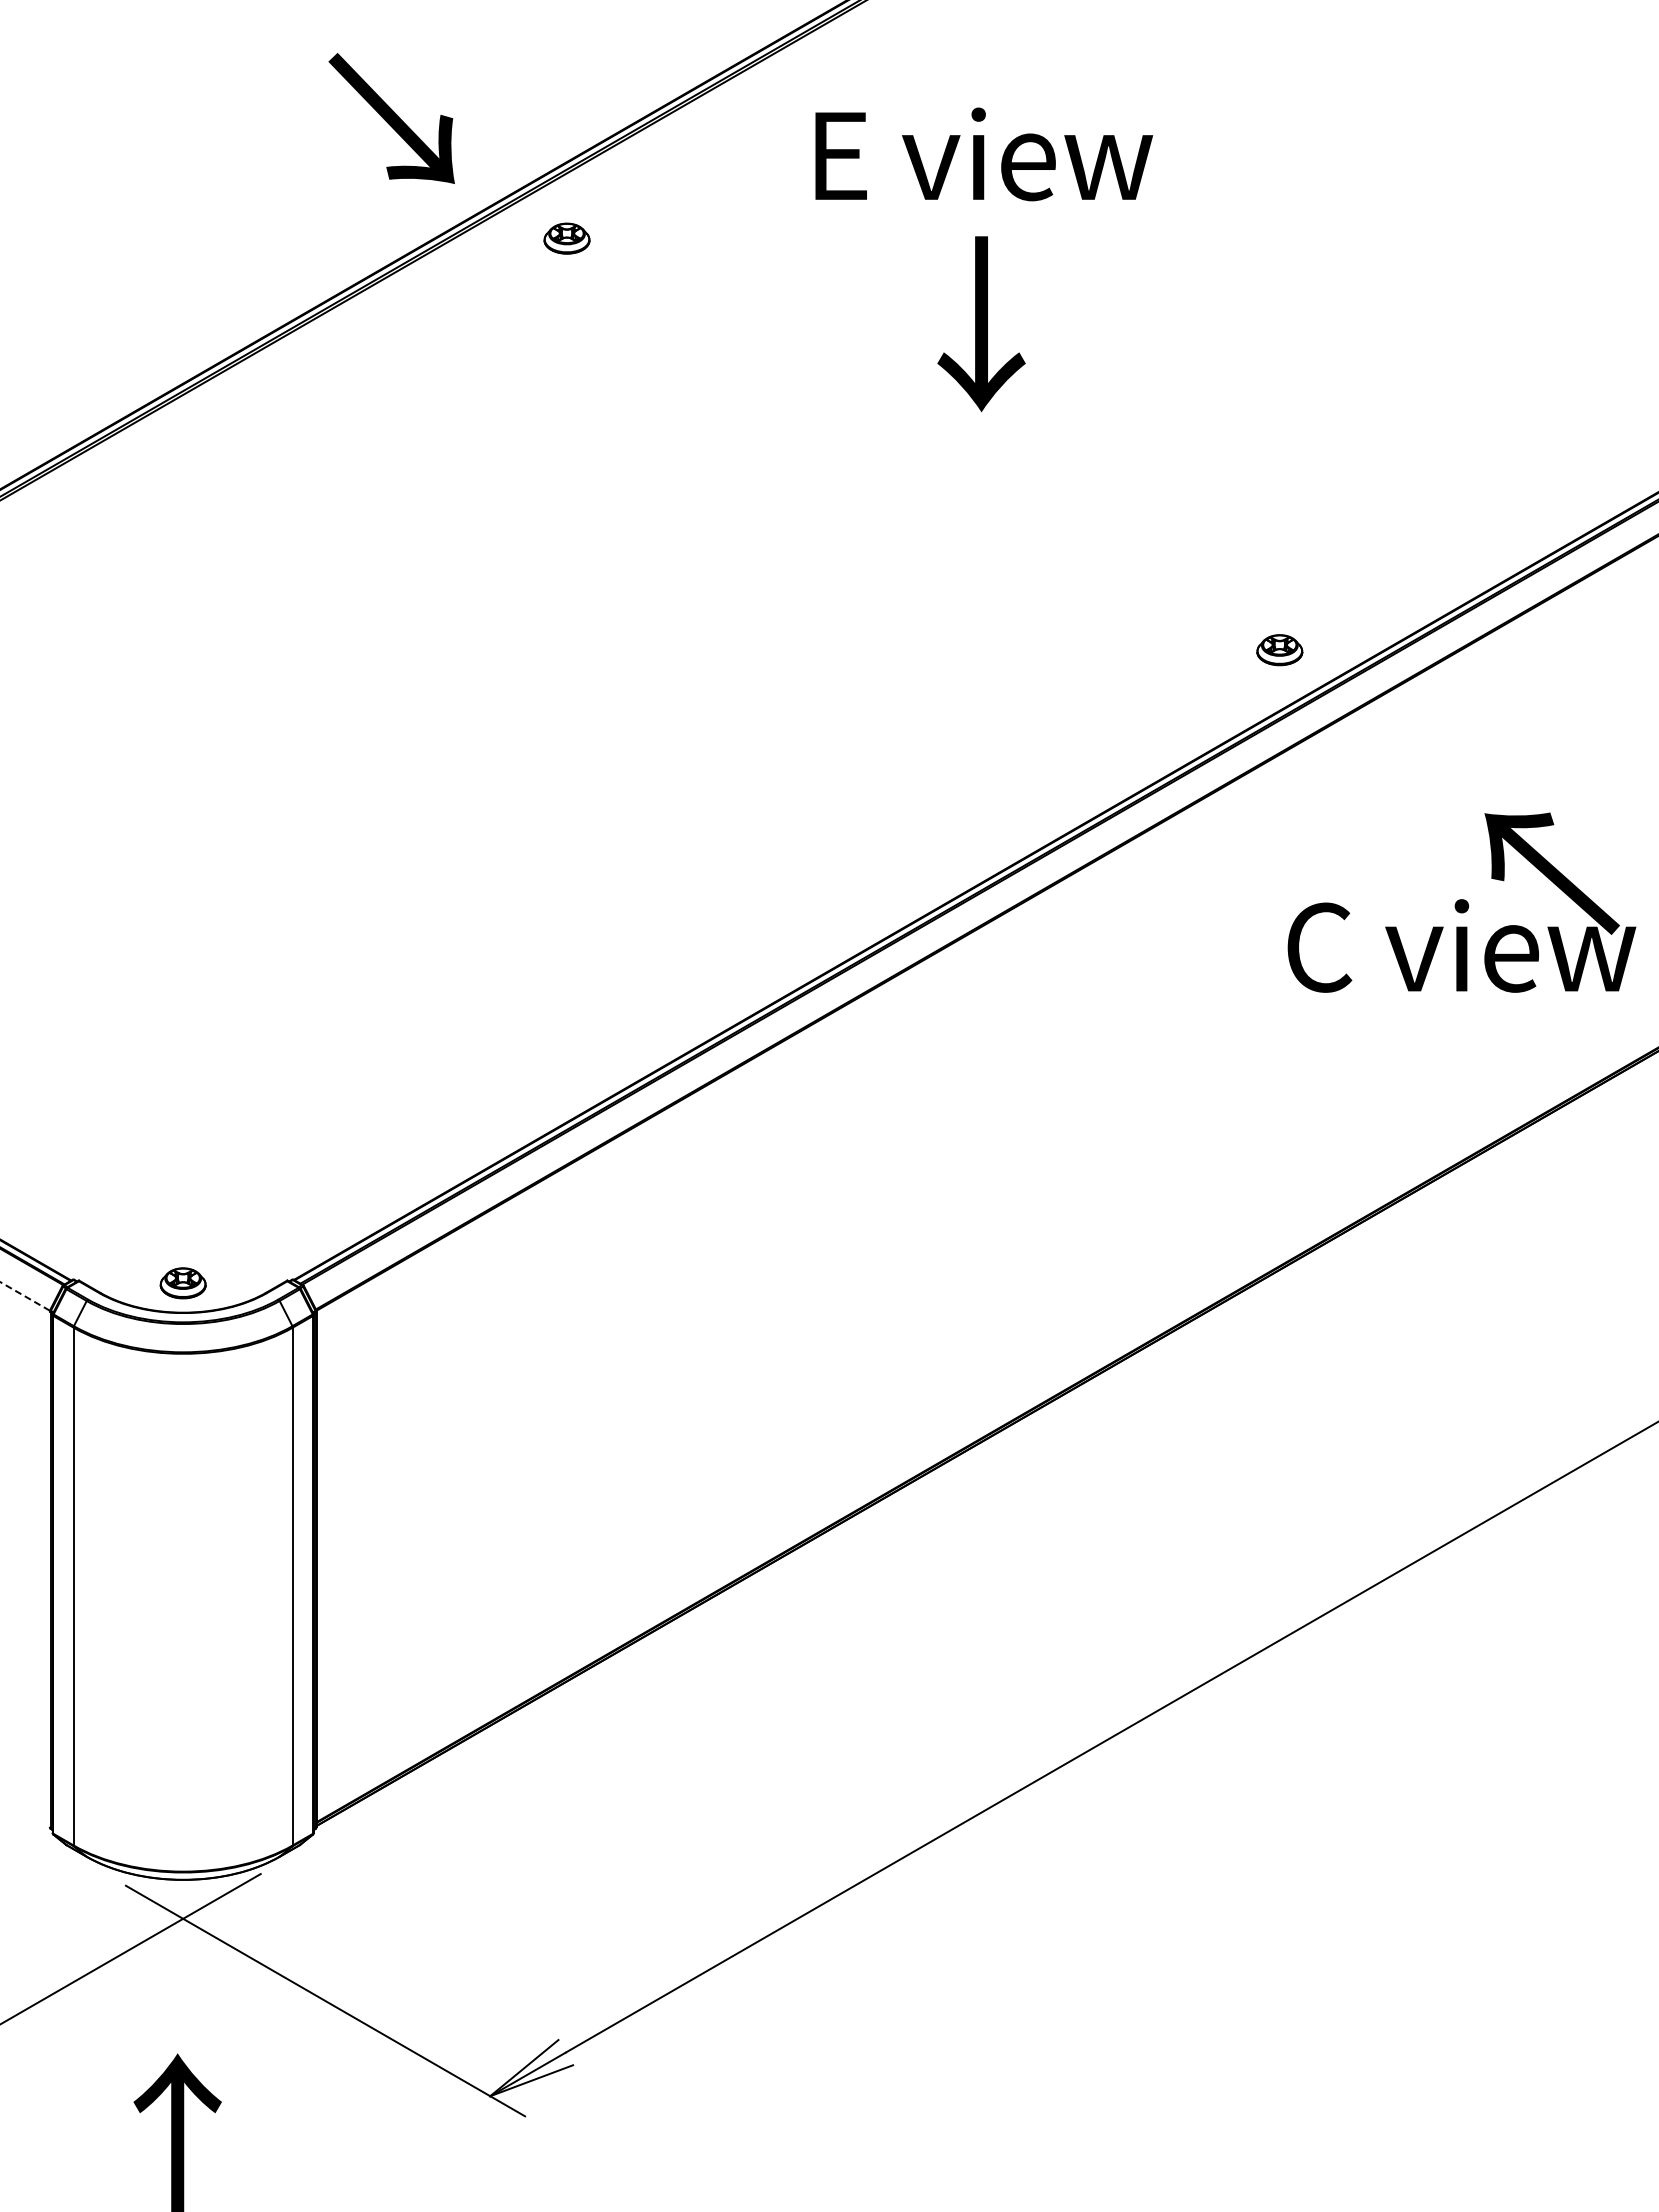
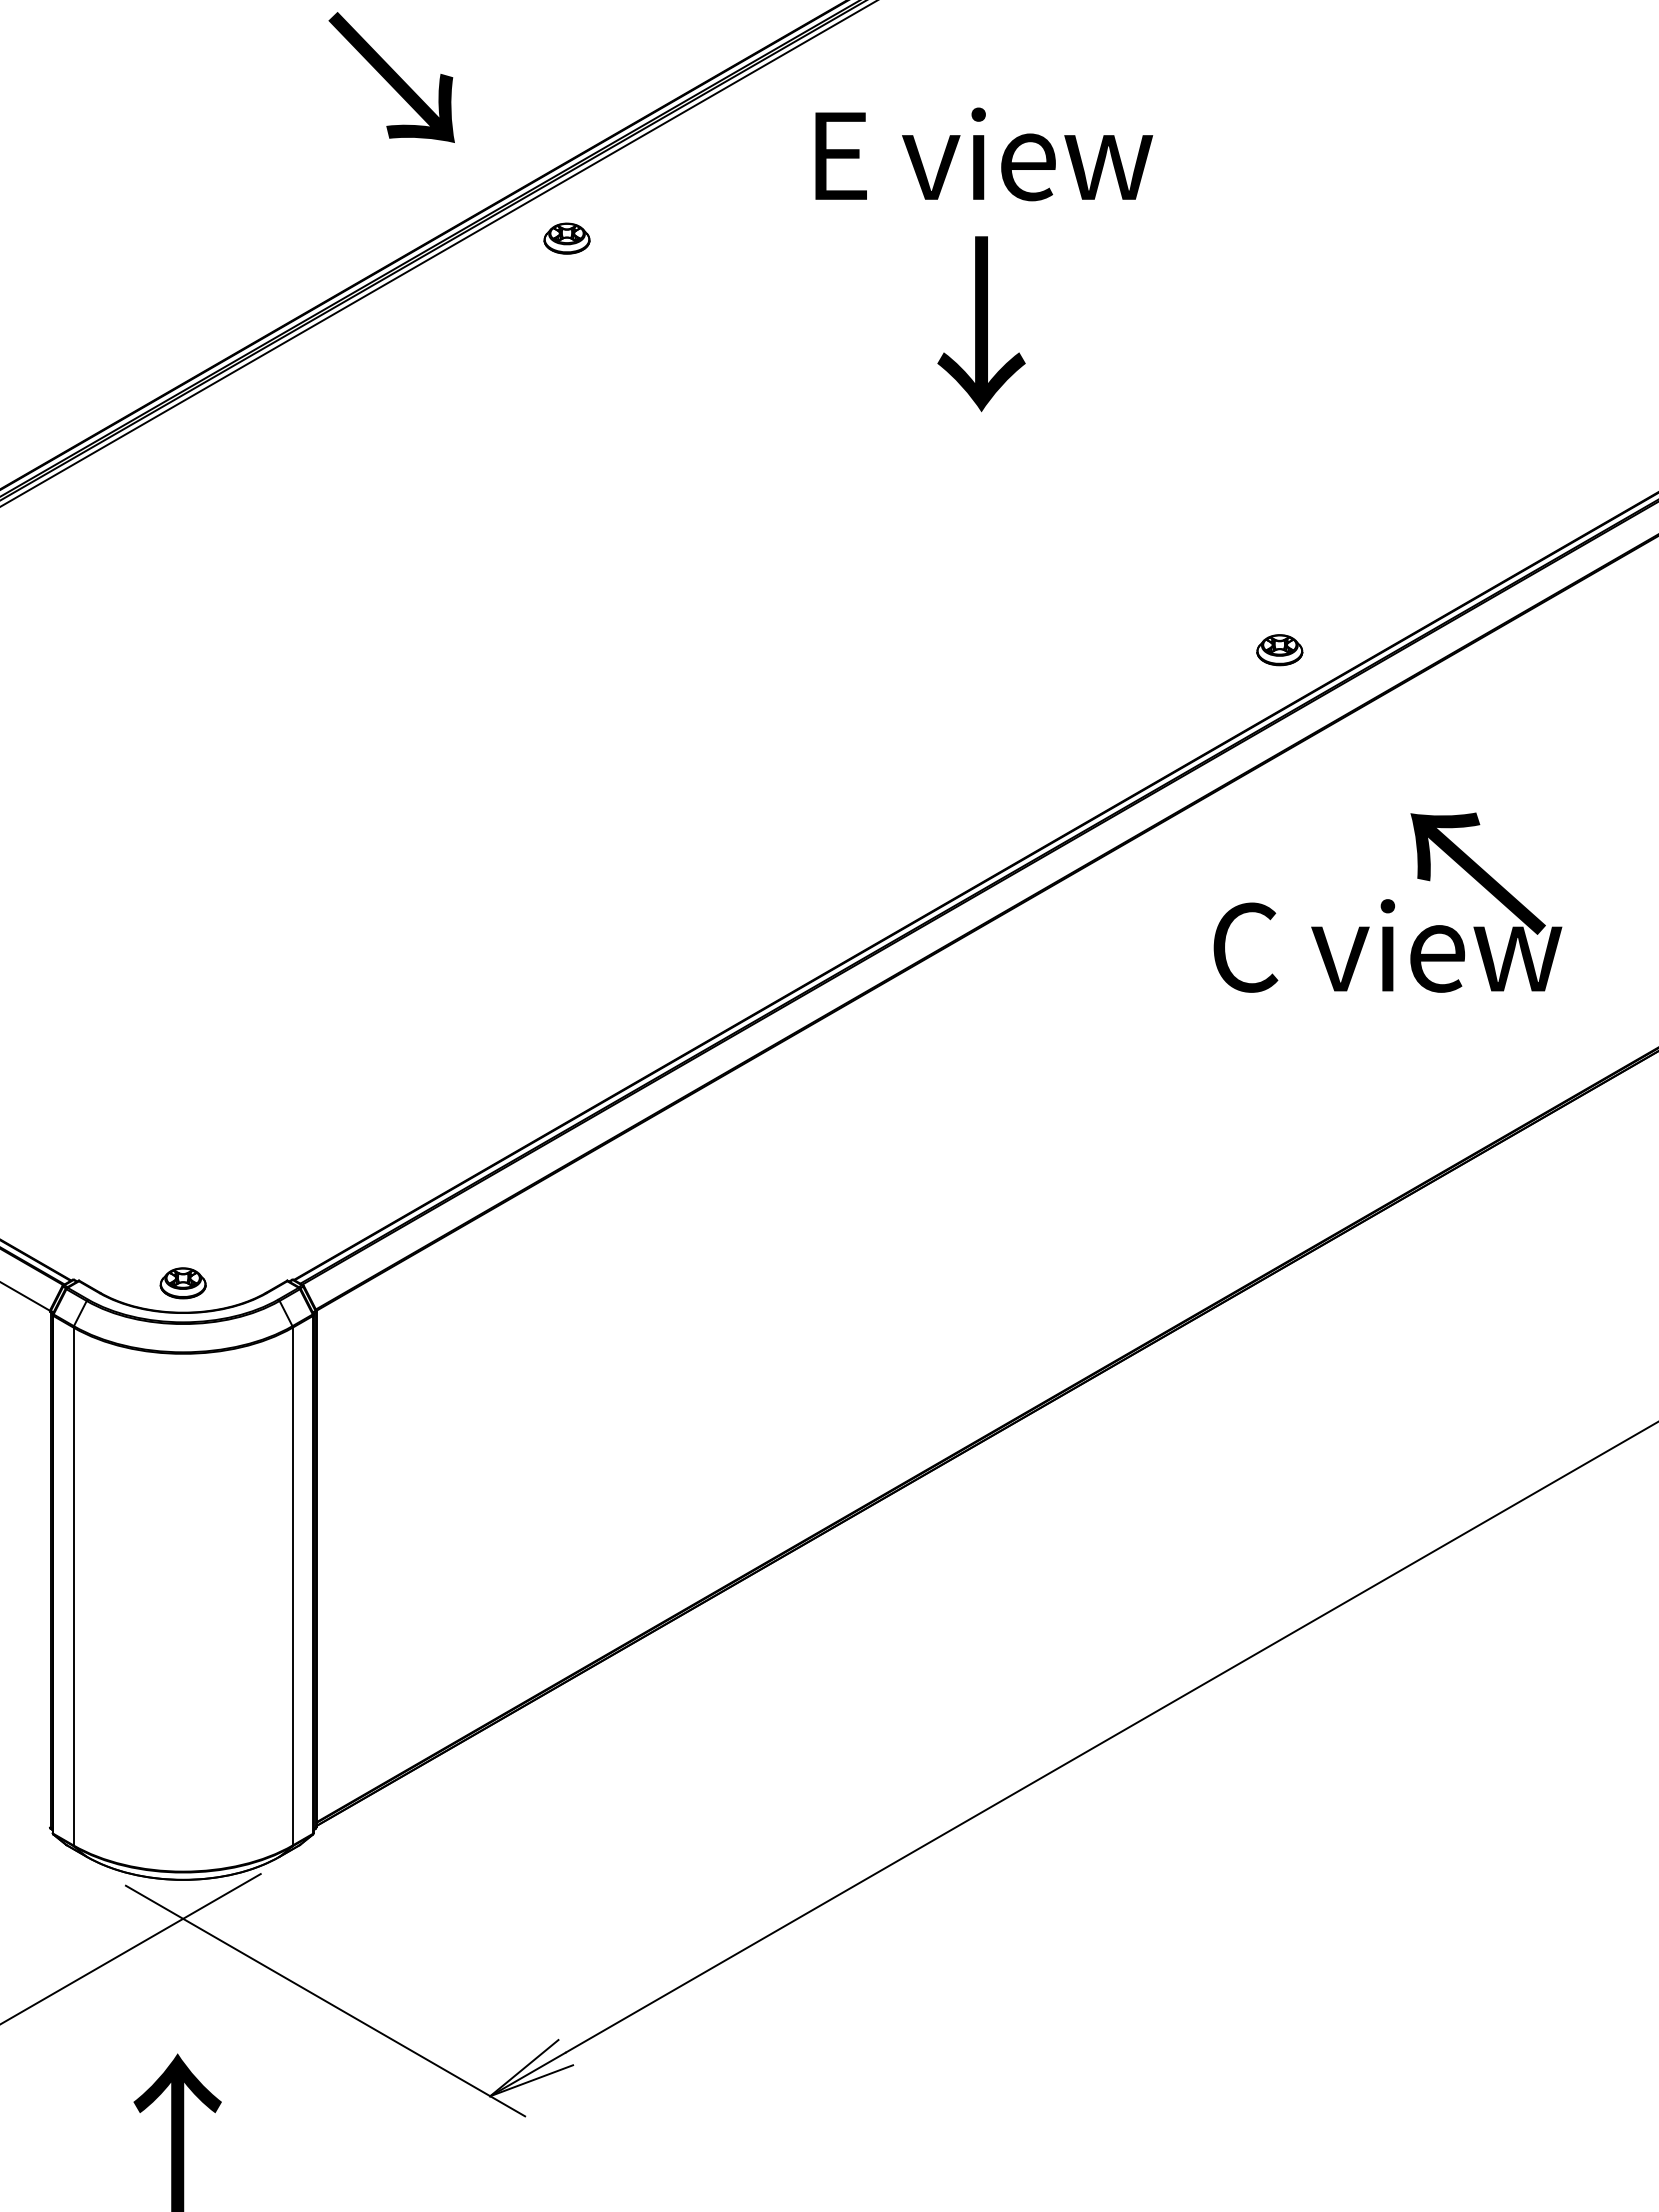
text at (391, 118) position: (391, 118) -> (391, 77)
line at (438, 253): none -> present
text at (1461, 902) position: (1461, 902) -> (1387, 902)
line at (24, 1296): dashed -> solid
